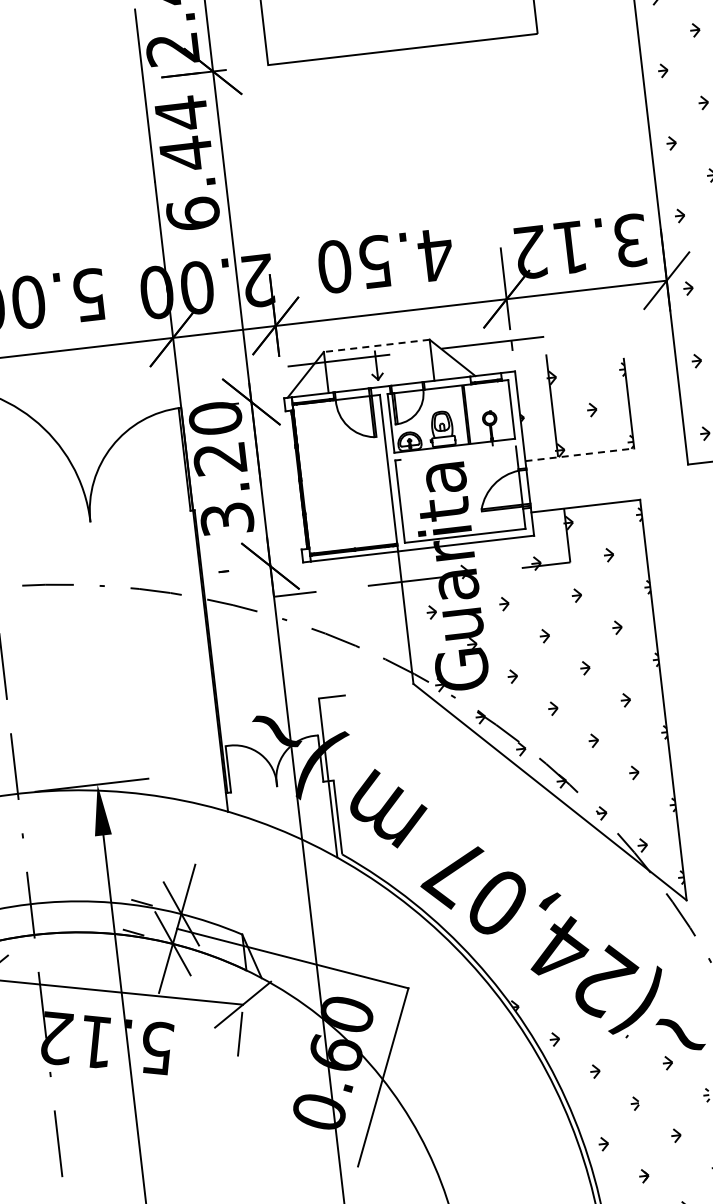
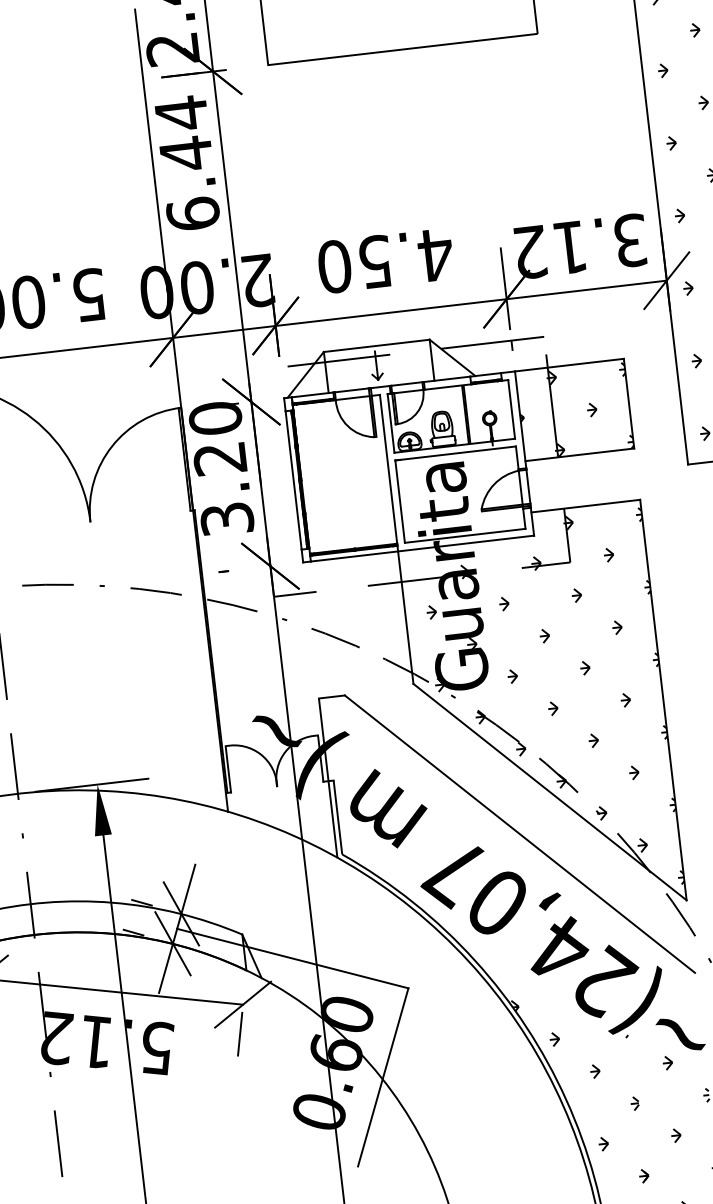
line at (376, 345): dashed -> solid
line at (569, 364): none -> present
line at (455, 453): none -> present
line at (579, 454): dashed -> solid
line at (293, 480): none -> present
line at (519, 833): none -> present
